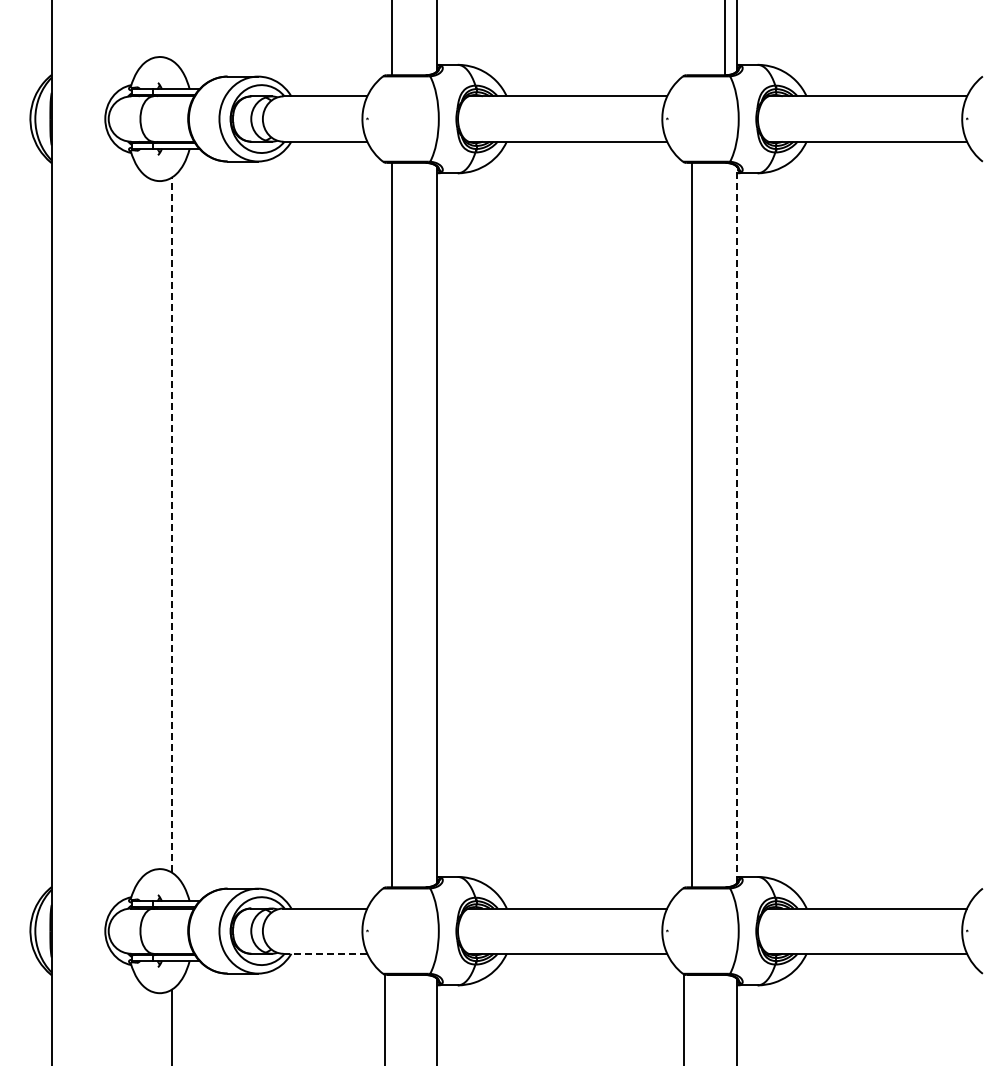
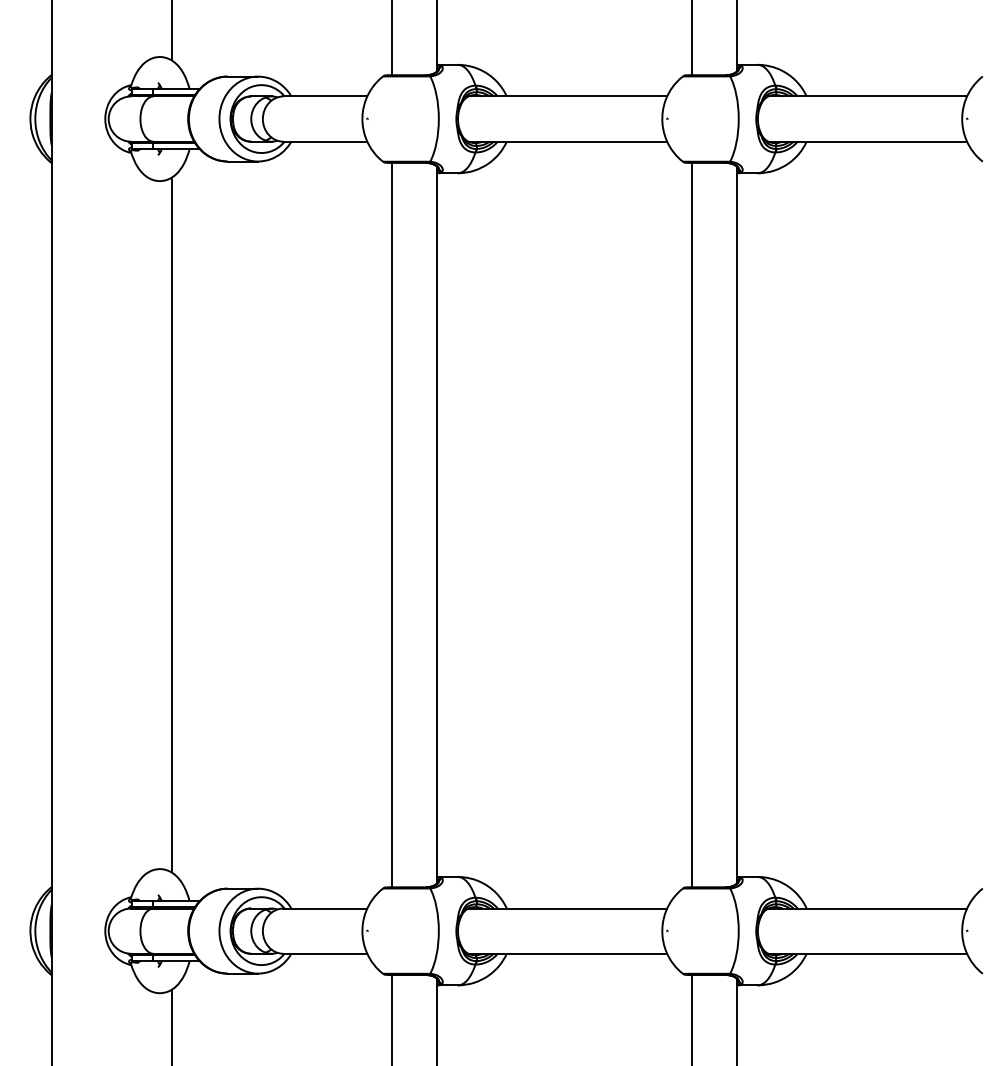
line at (171, 31): none -> present
line at (724, 38) position: (724, 38) -> (691, 38)
line at (171, 524): dashed -> solid
line at (737, 524): dashed -> solid
line at (325, 953): dashed -> solid
line at (384, 1018) position: (384, 1018) -> (391, 1018)
line at (683, 1018) position: (683, 1018) -> (691, 1018)
